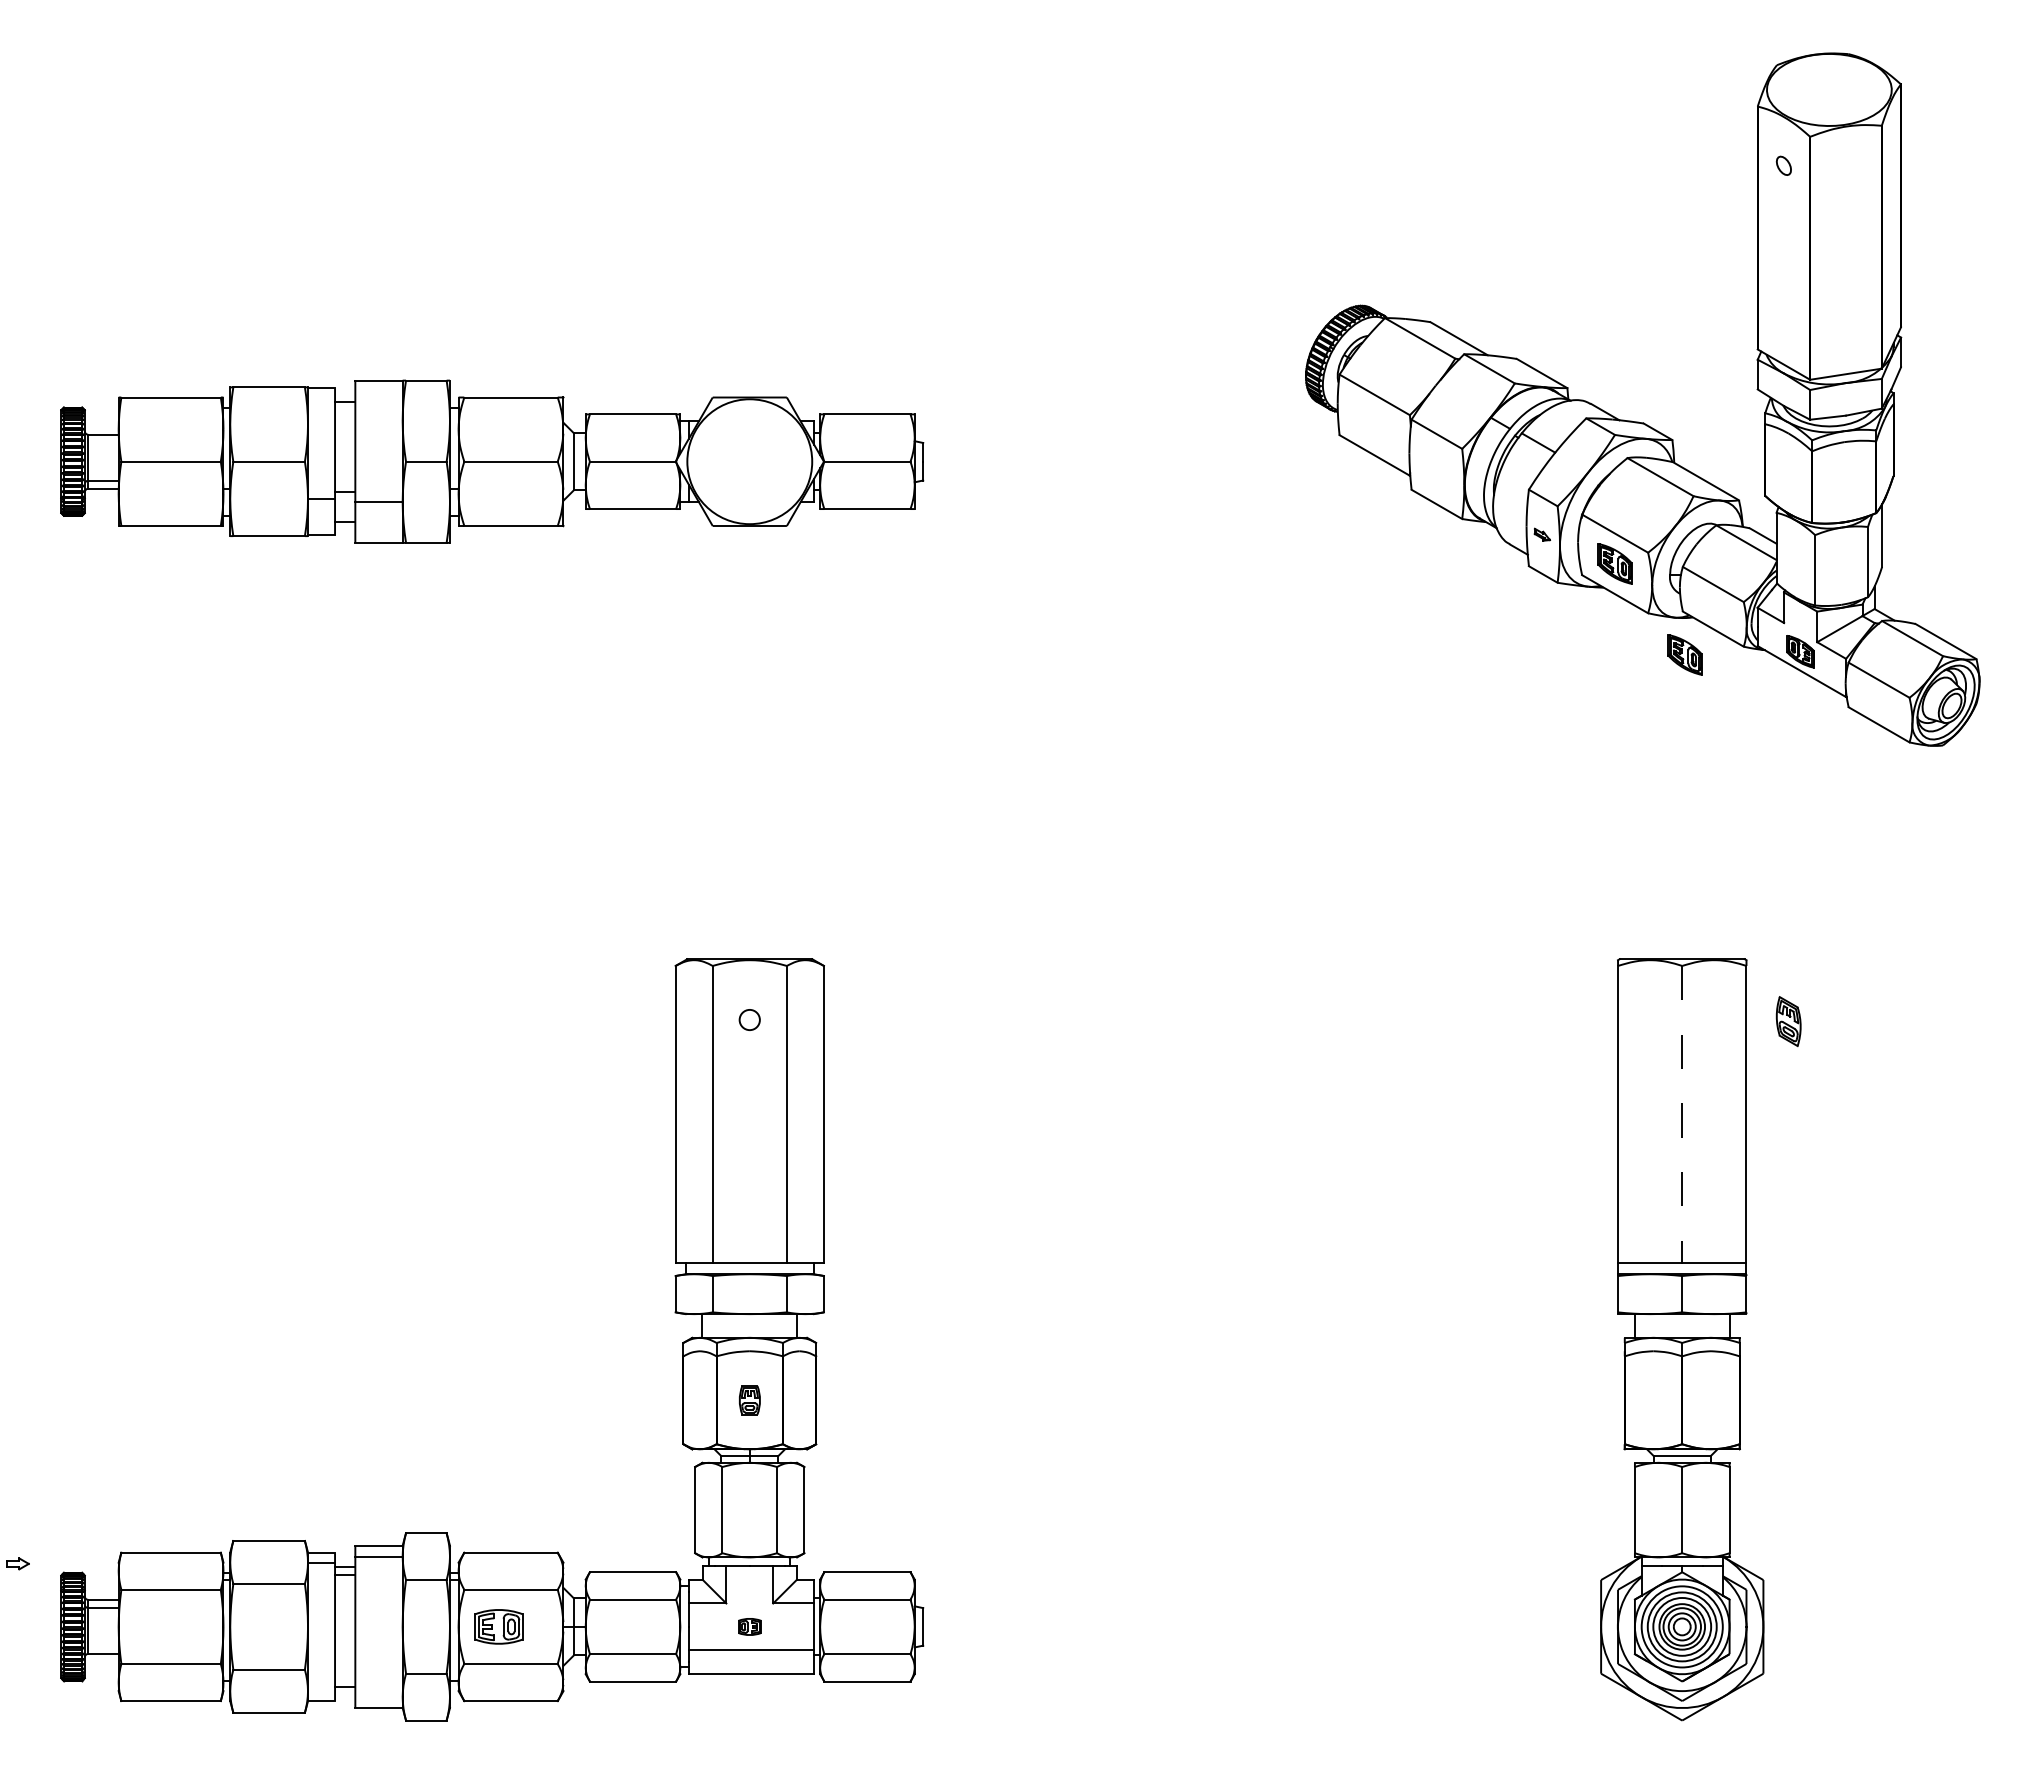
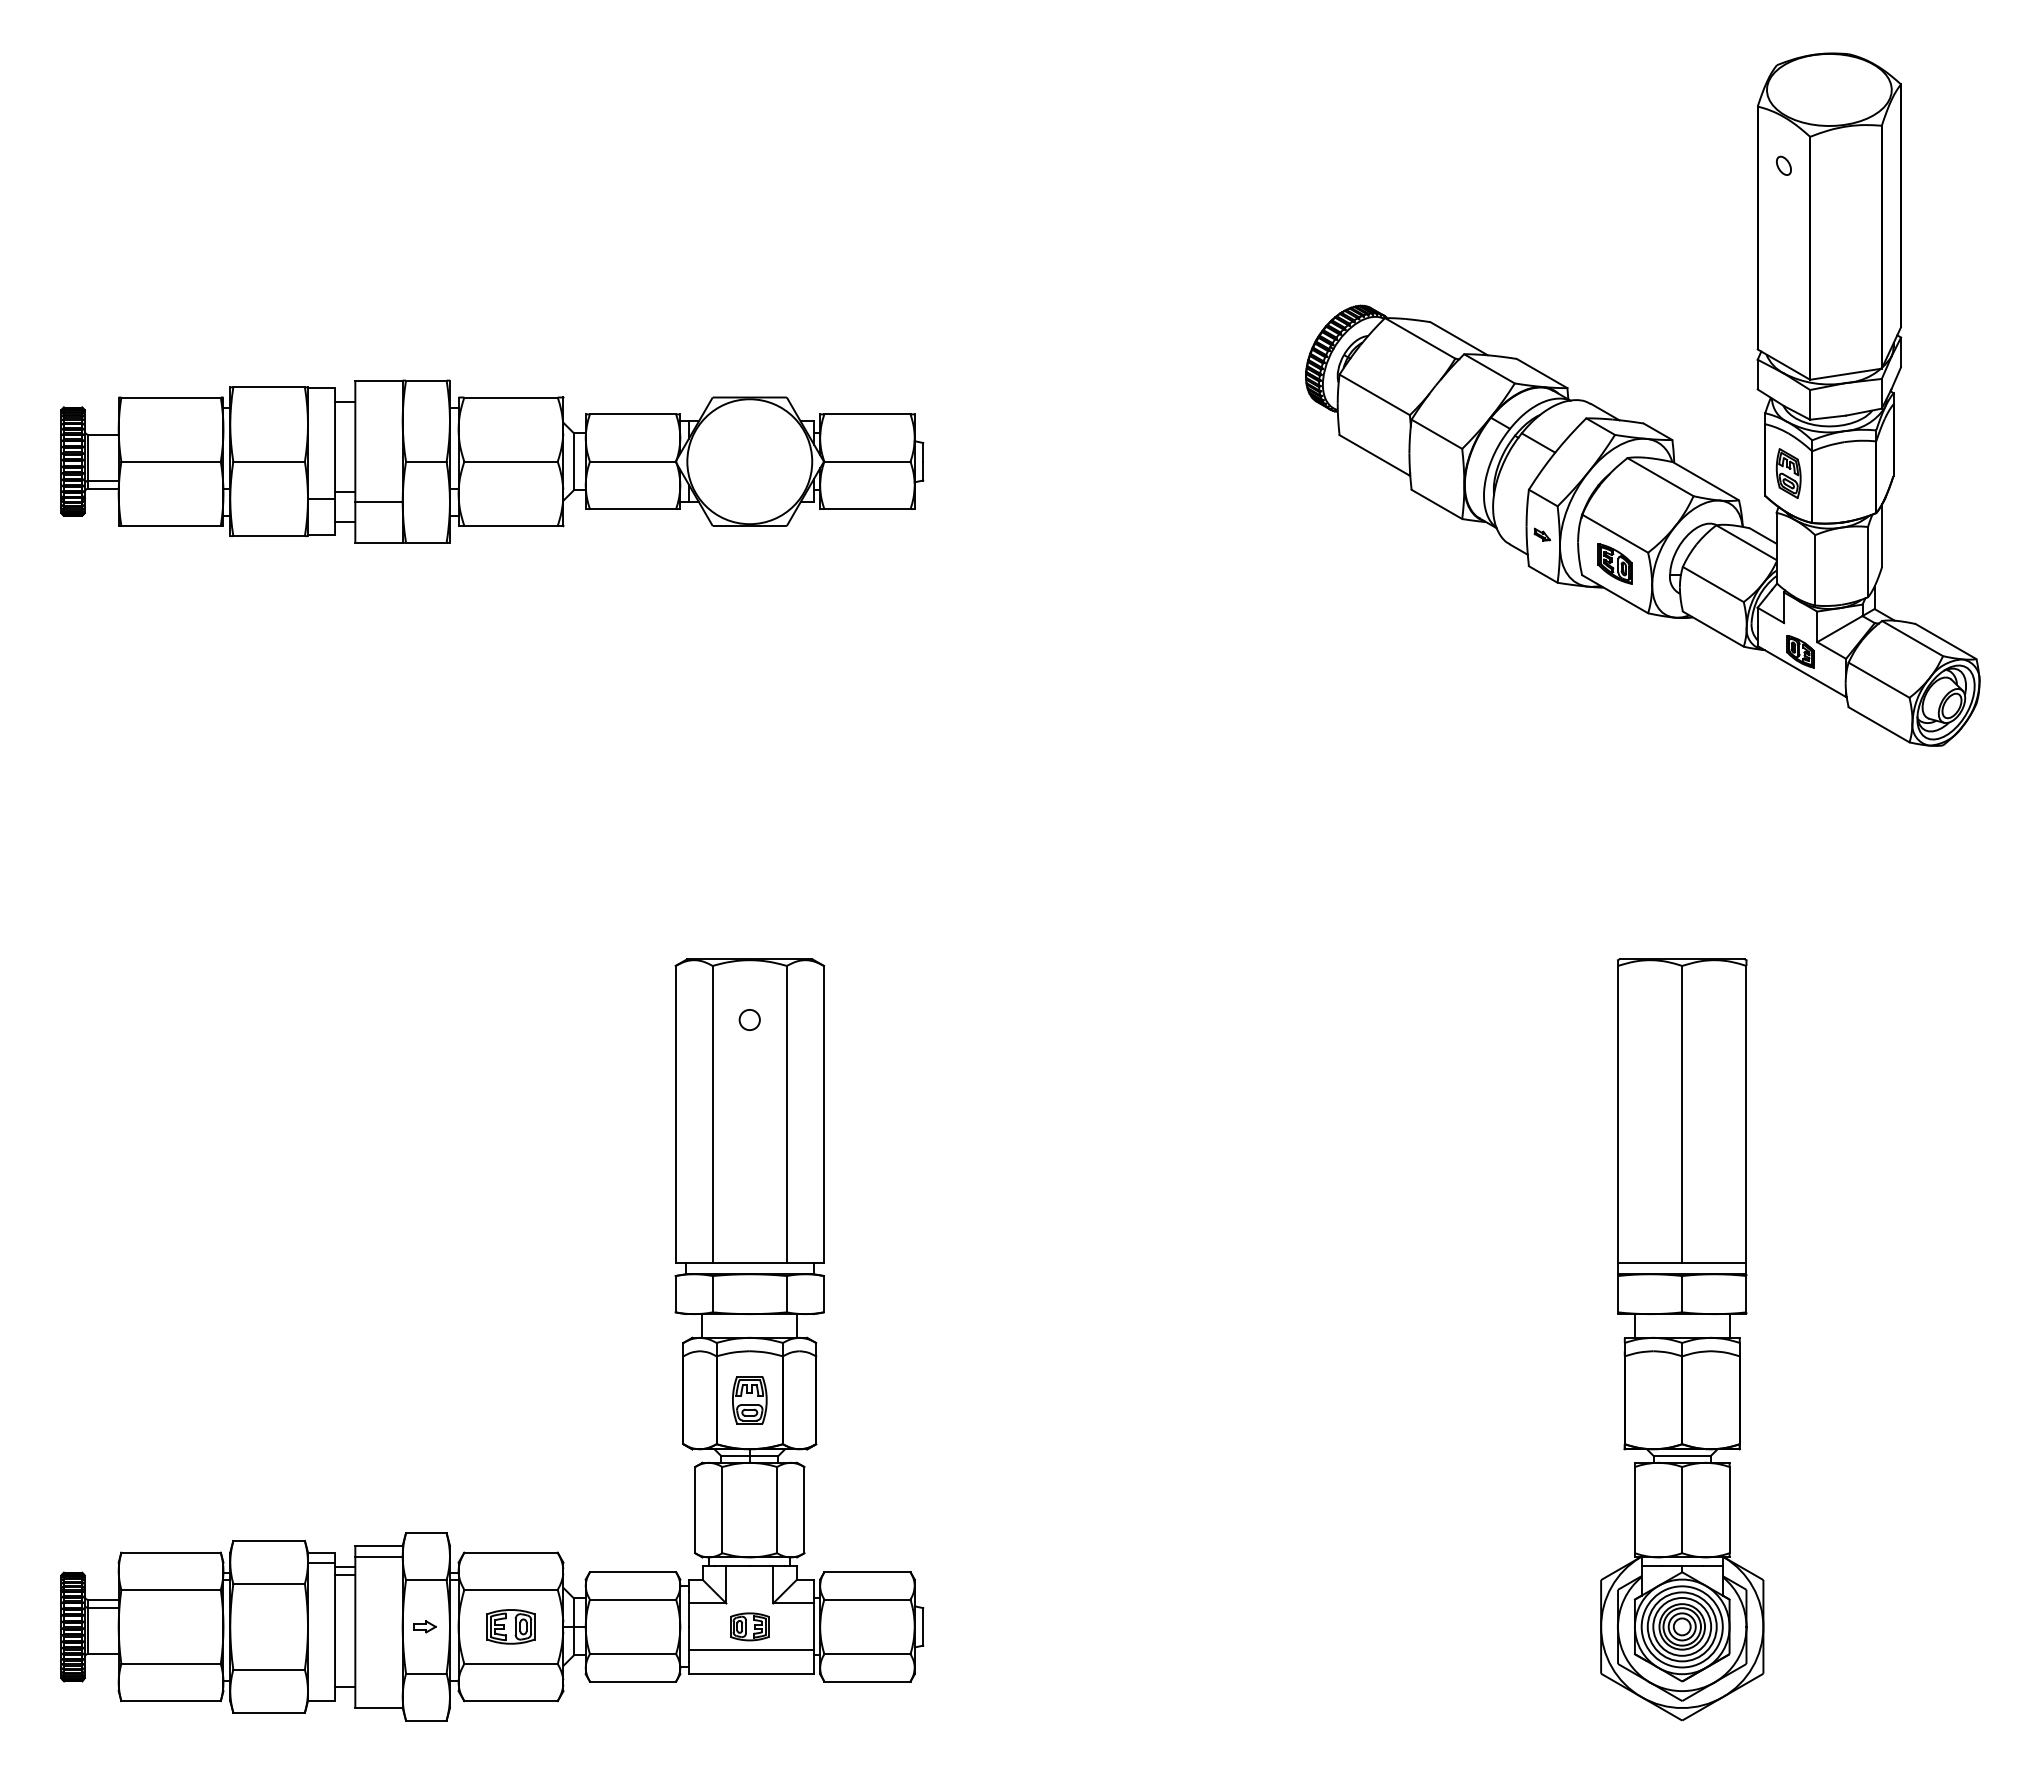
part at (1684, 654): present -> none
part at (1788, 1021) position: (1788, 1021) -> (1788, 473)
line at (1682, 1114): dashed -> solid
part at (749, 1400) size: 22x31 px -> 36x49 px
part at (17, 1563) position: (17, 1563) -> (424, 1626)
part at (498, 1626) position: (498, 1626) -> (510, 1626)
part at (749, 1626) size: 24x18 px -> 40x30 px
